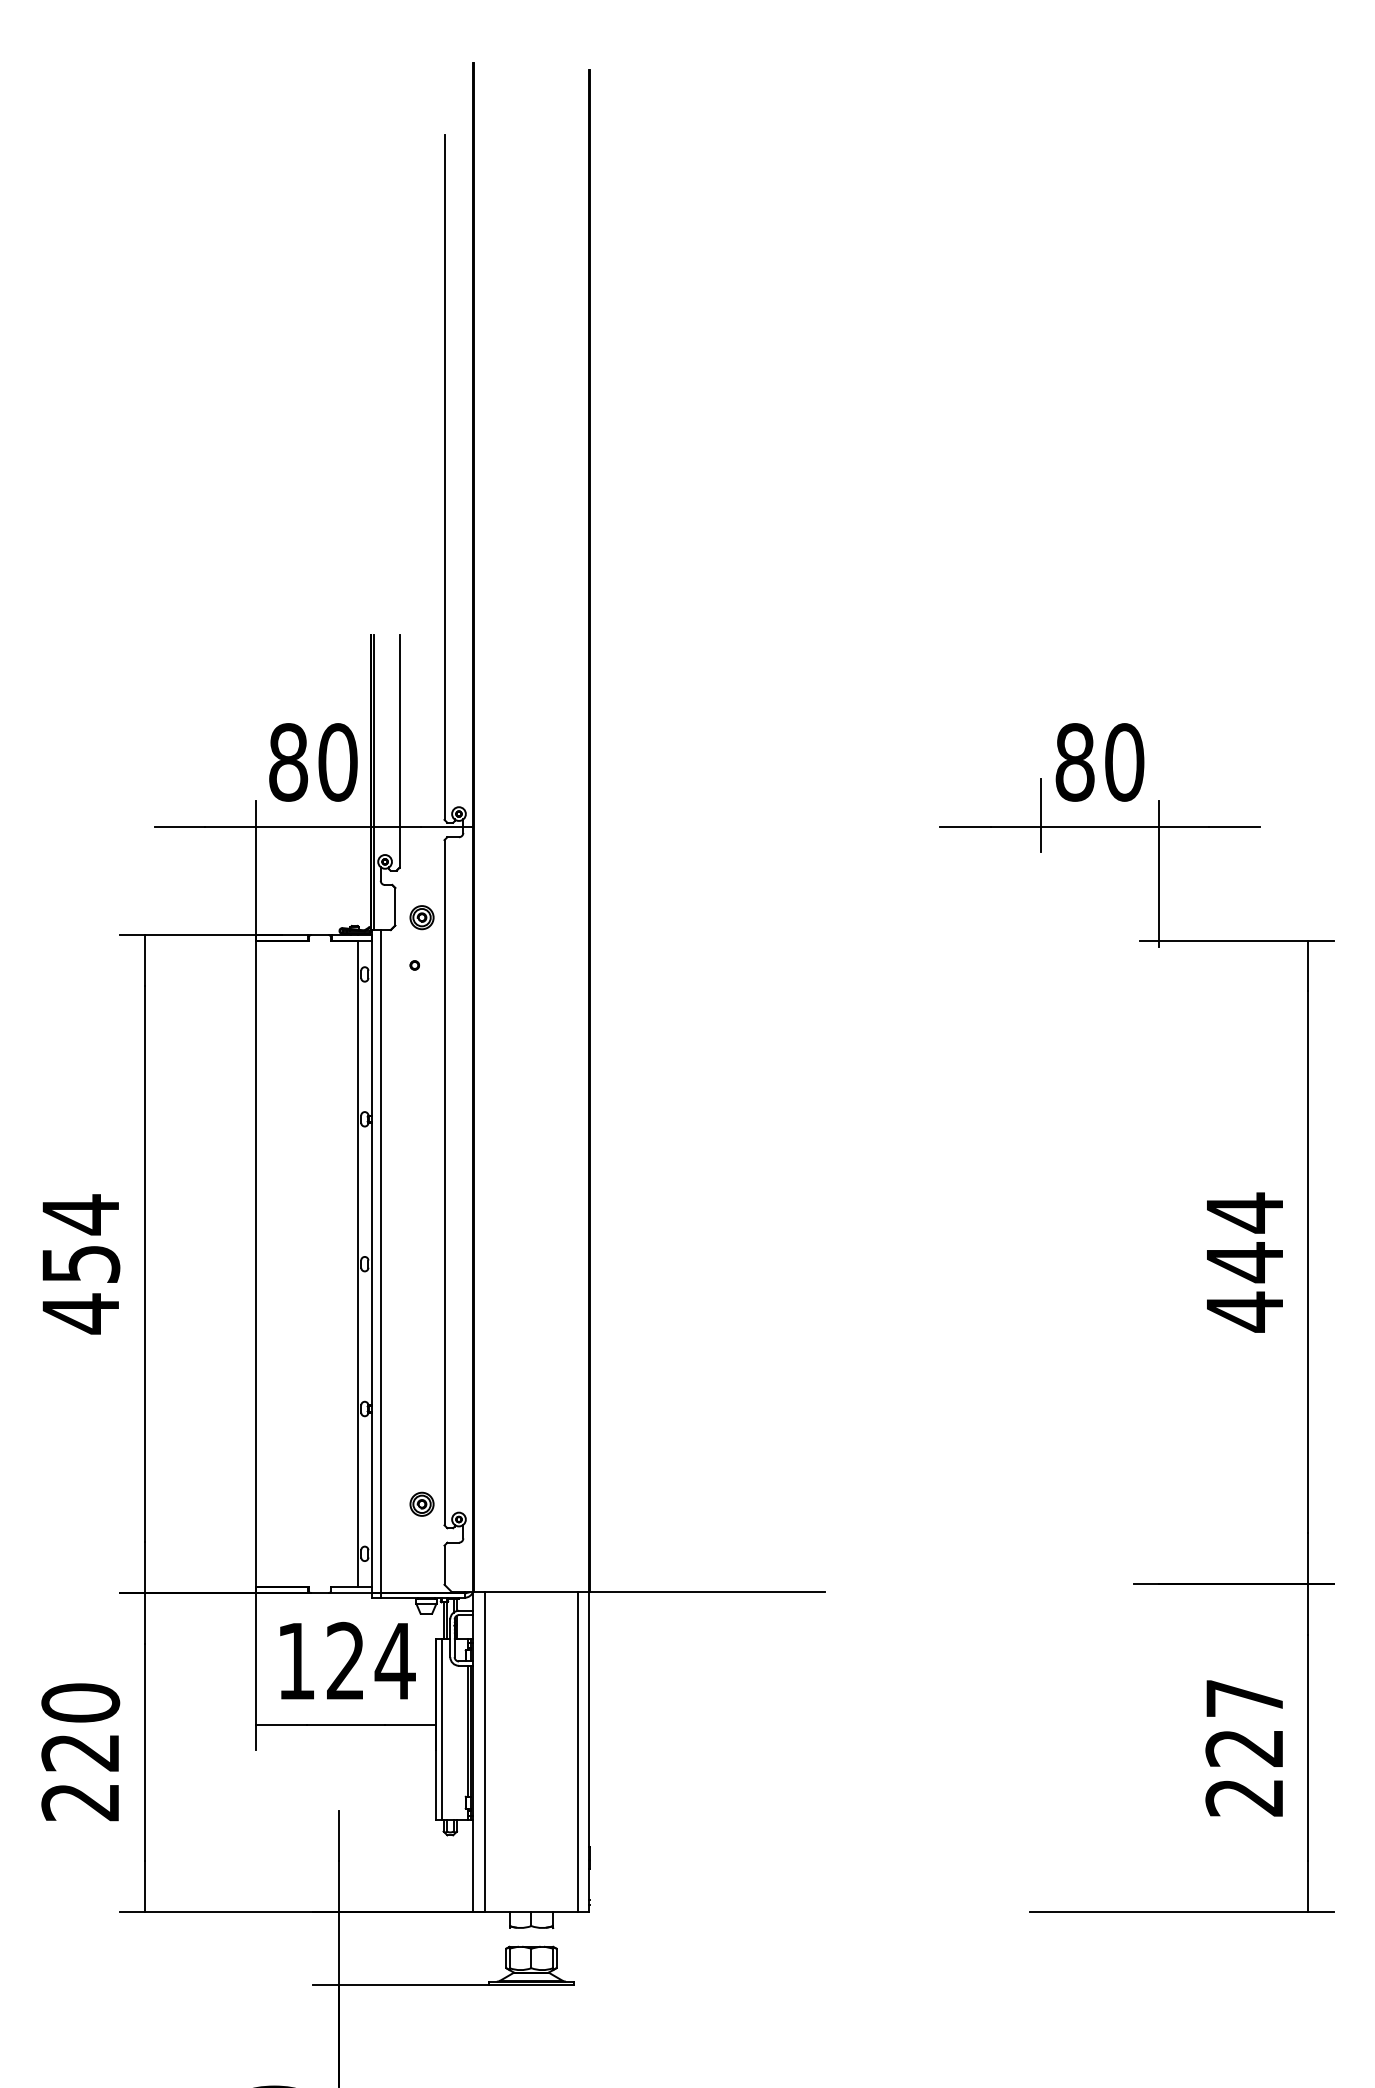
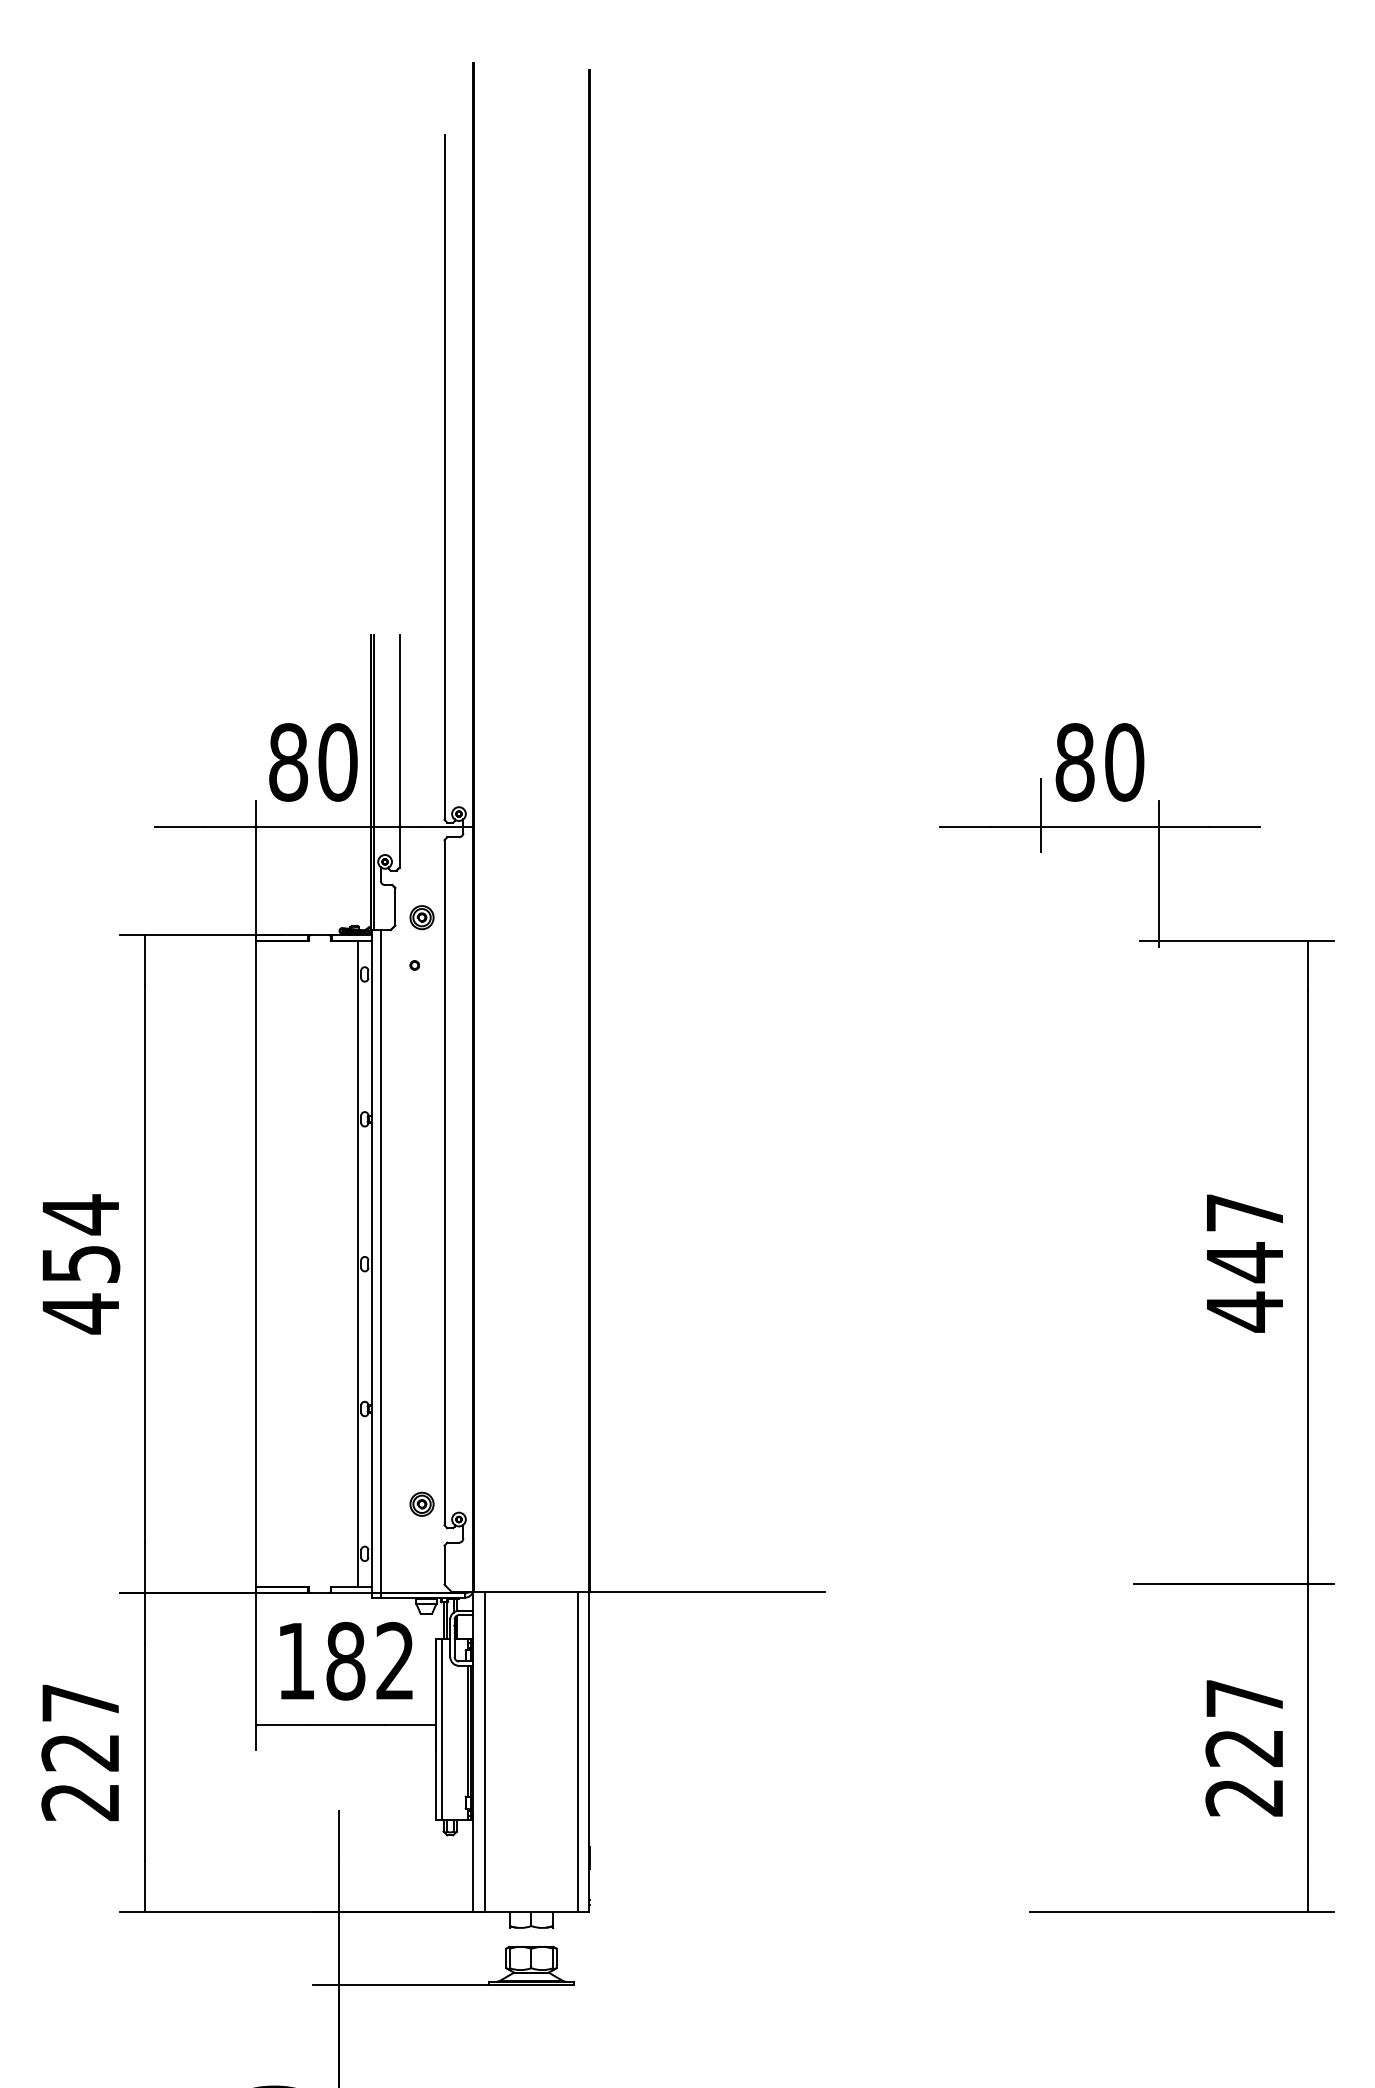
text at (1244, 1212): 444 -> 447
text at (370, 1660): 124 -> 182
text at (80, 1702): 220 -> 227
